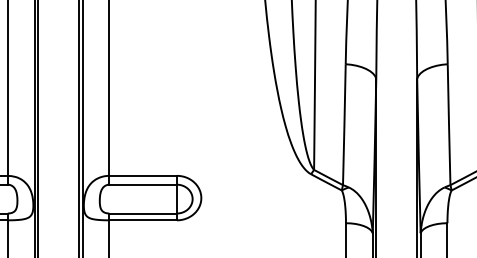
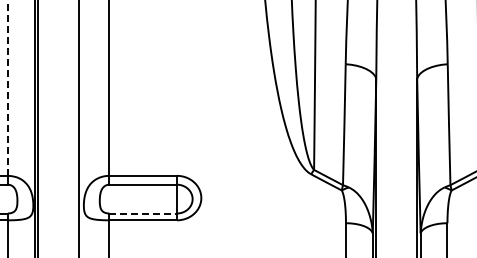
line at (7, 87): solid -> dashed
line at (82, 128): present -> none
line at (143, 213): solid -> dashed
